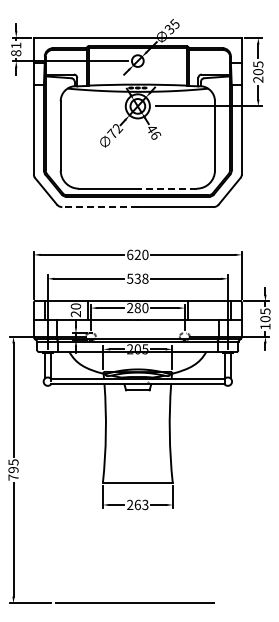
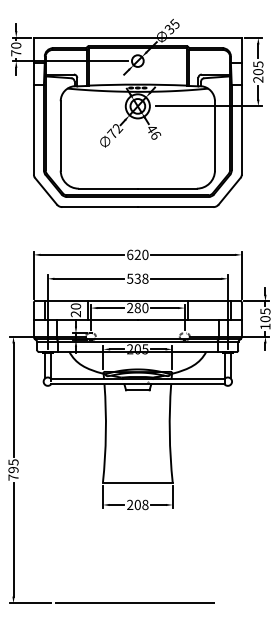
text at (16, 49): 81 -> 70
line at (167, 188): dashed -> solid
line at (100, 207): dashed -> solid
text at (141, 504): 263 -> 208
